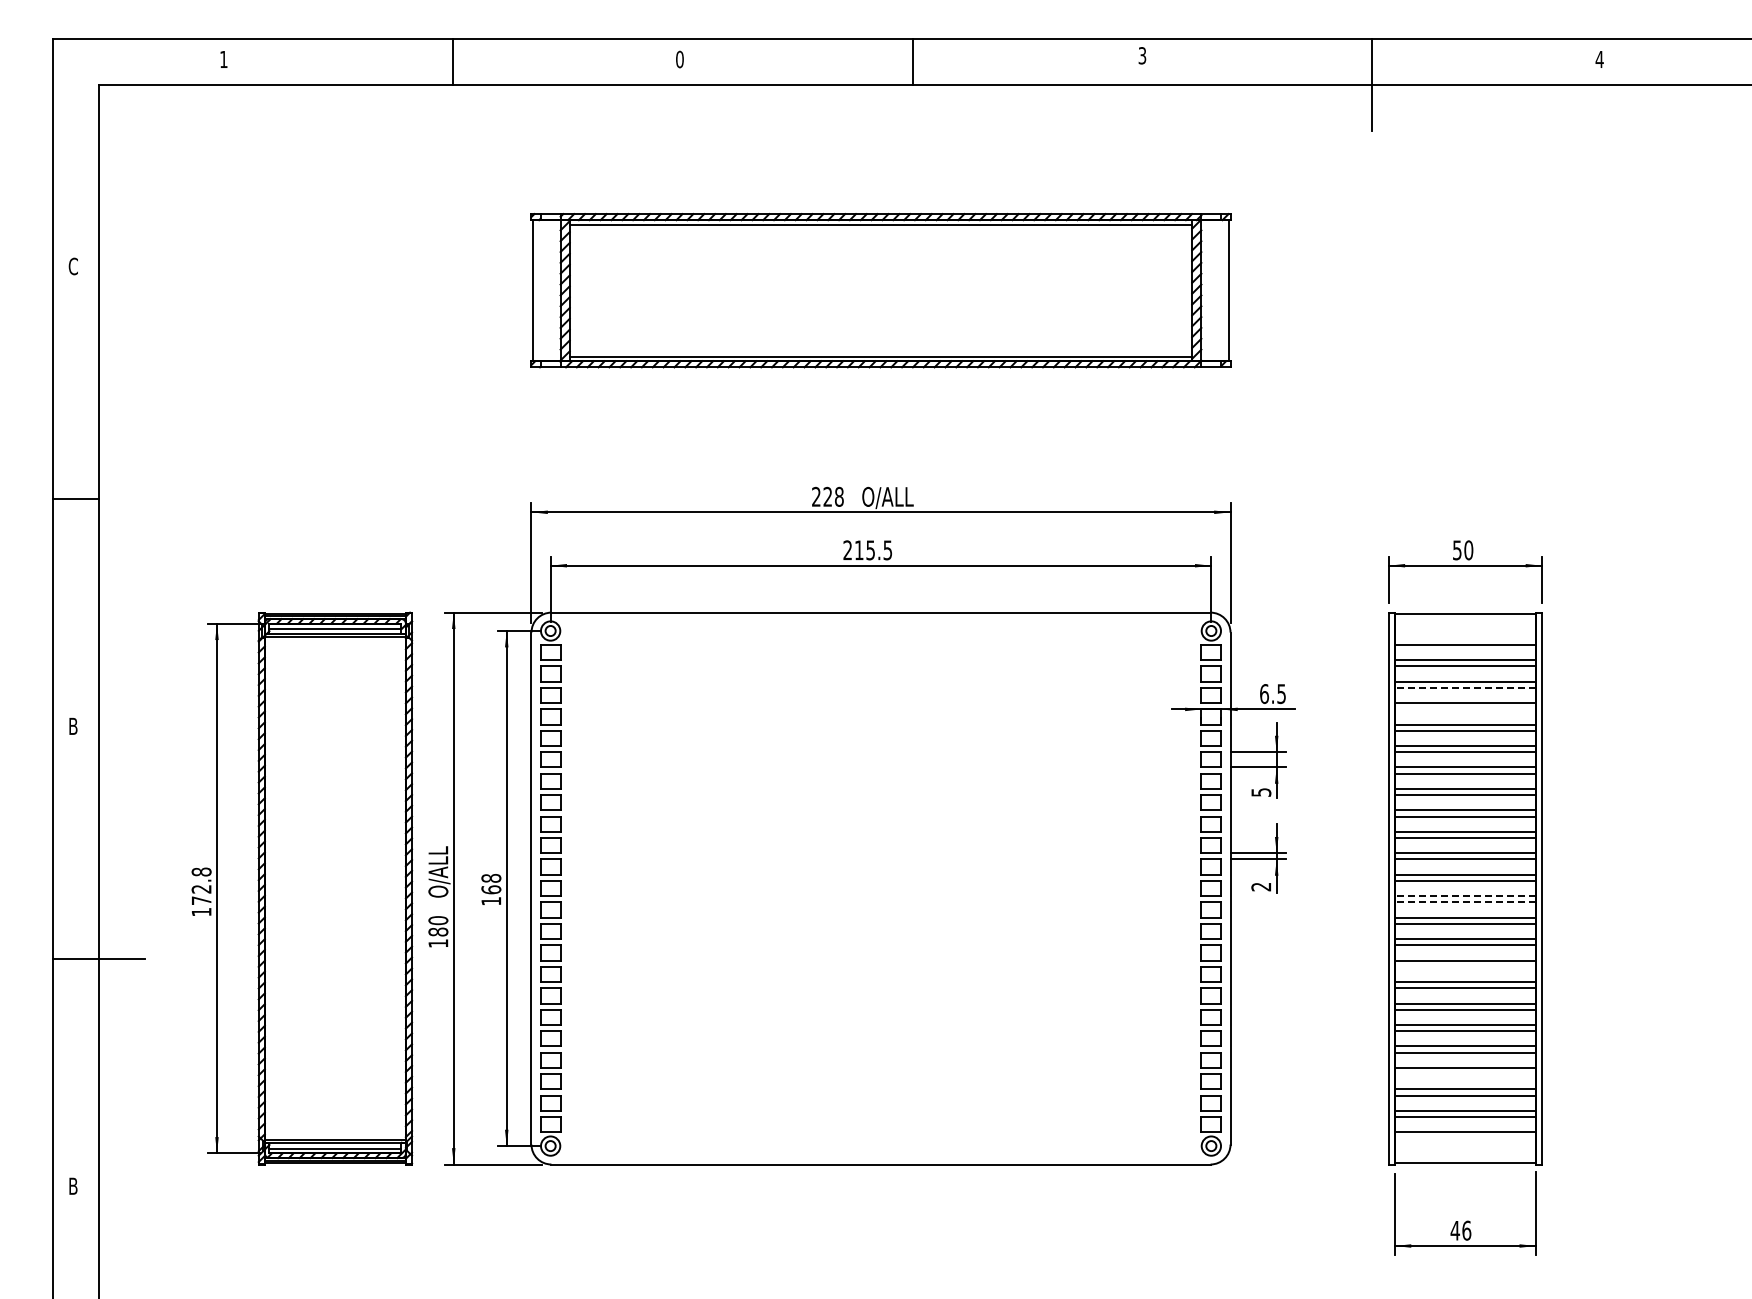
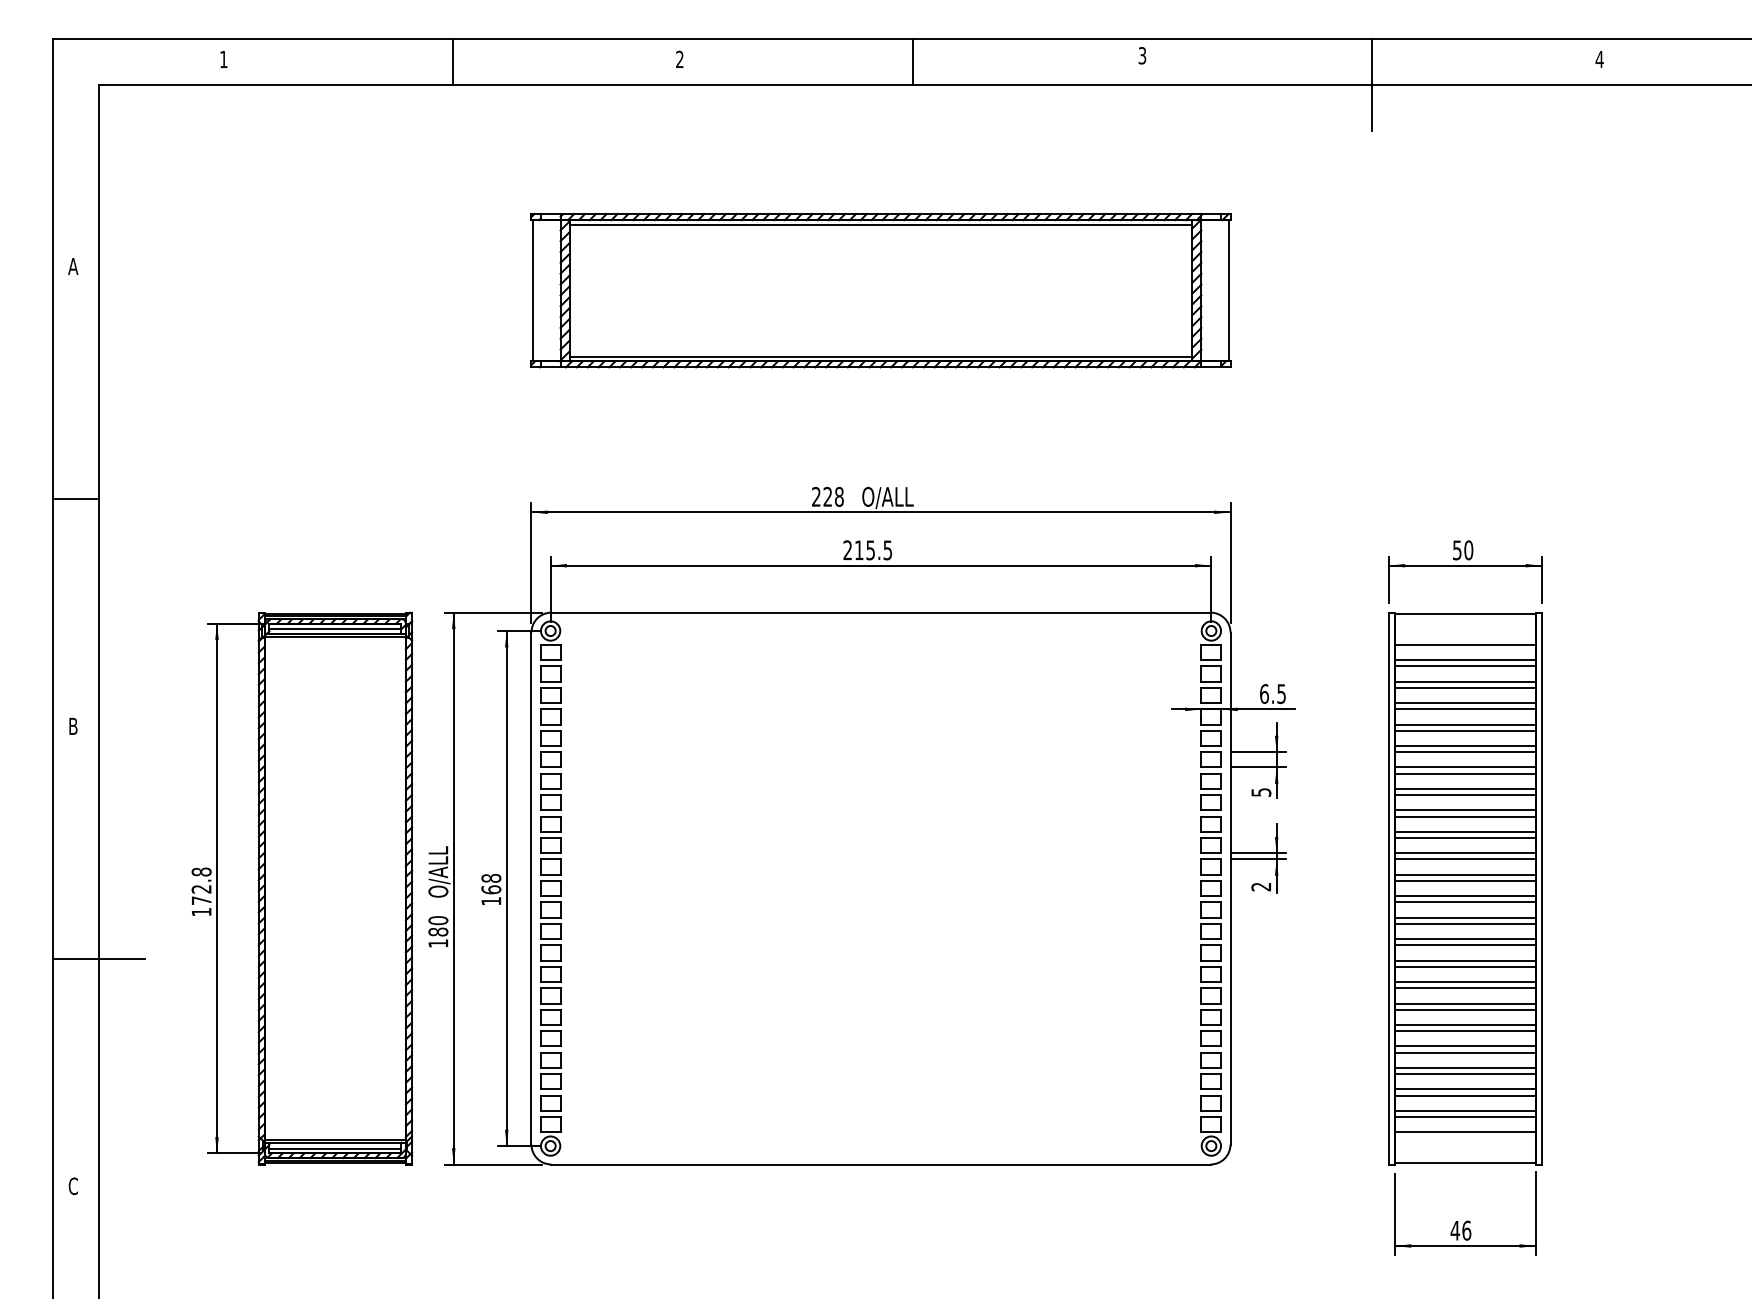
text at (679, 59): 0 -> 2
text at (73, 266): C -> A
line at (1465, 687): dashed -> solid
line at (1464, 709): none -> present
line at (1465, 896): dashed -> solid
line at (1465, 902): dashed -> solid
line at (1464, 966): none -> present
line at (1464, 1074): none -> present
text at (72, 1186): B -> C
